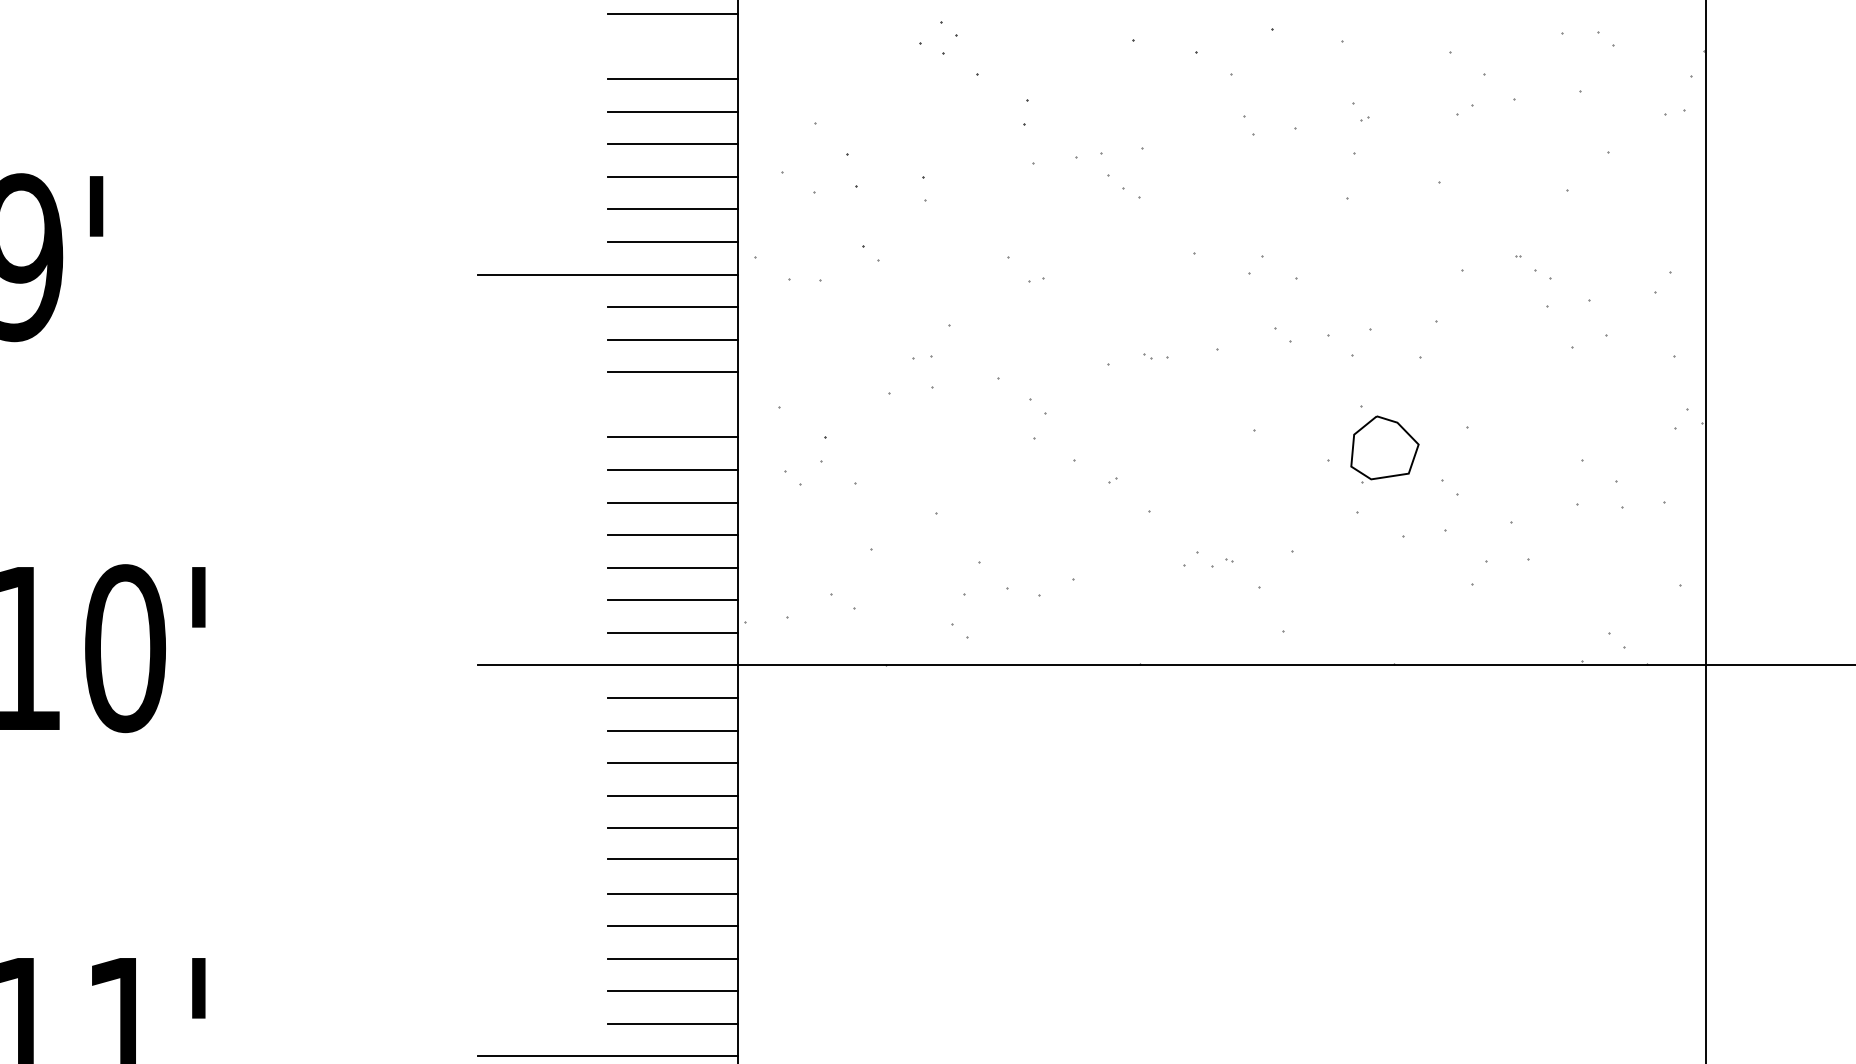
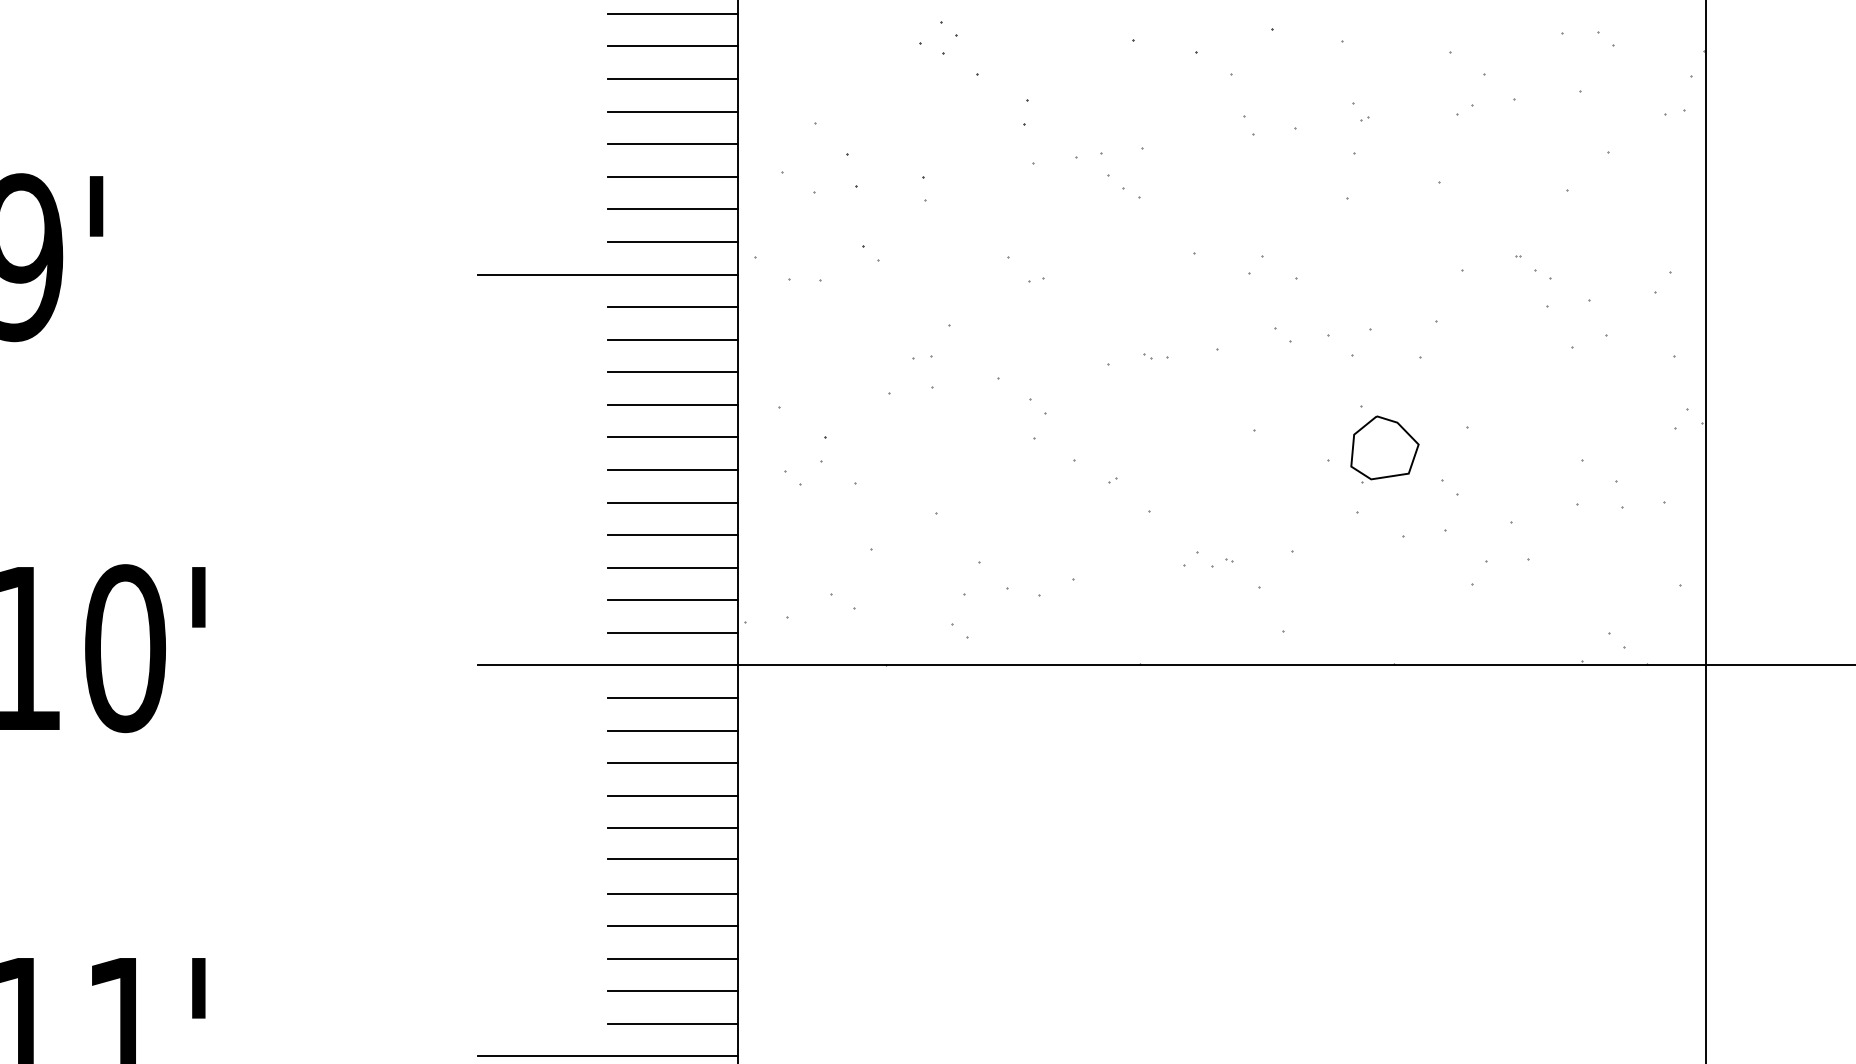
line at (672, 46): none -> present
line at (672, 404): none -> present
